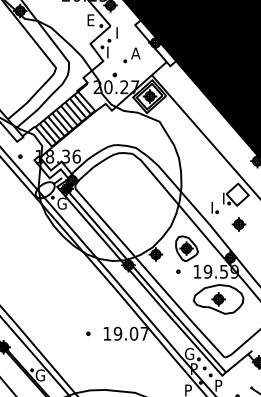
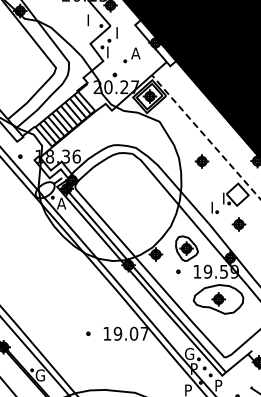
text at (91, 20): E -> I
line at (205, 136): solid -> dashed
part at (201, 161): none -> present
text at (61, 203): G -> A
